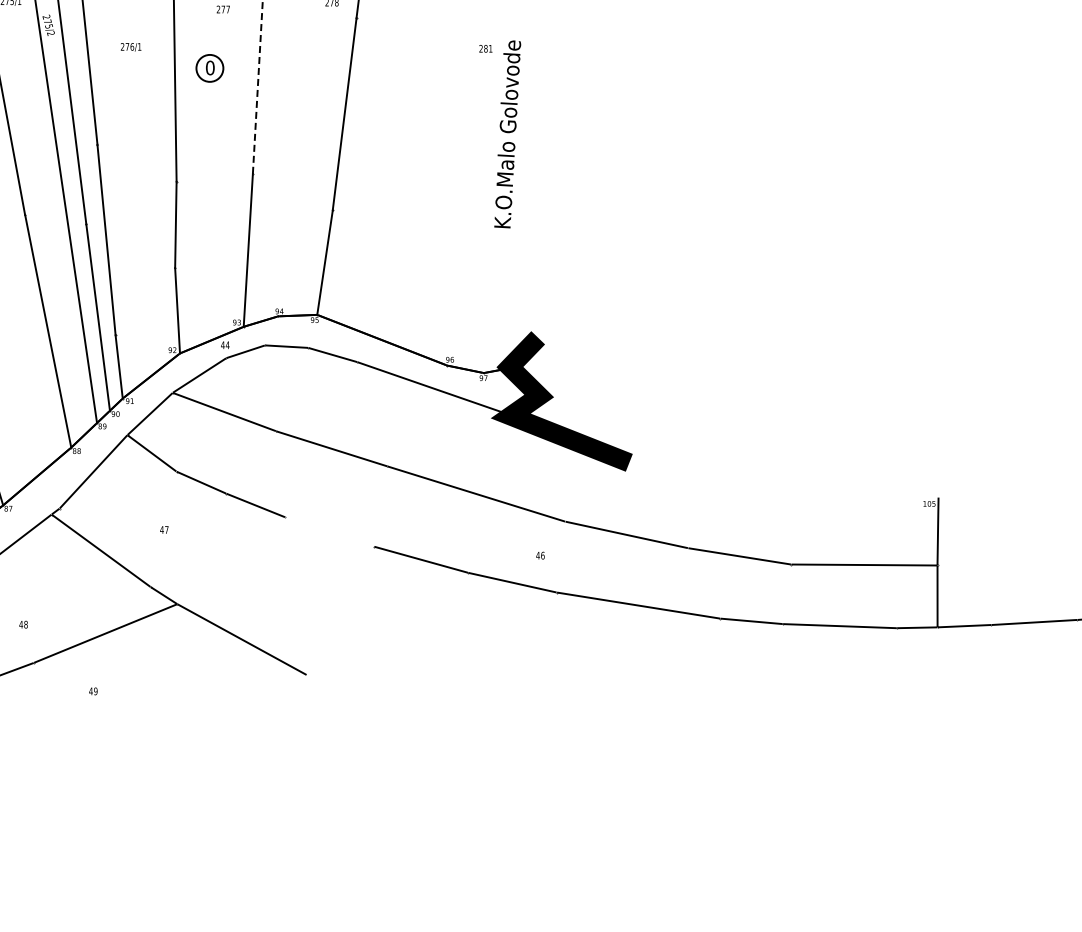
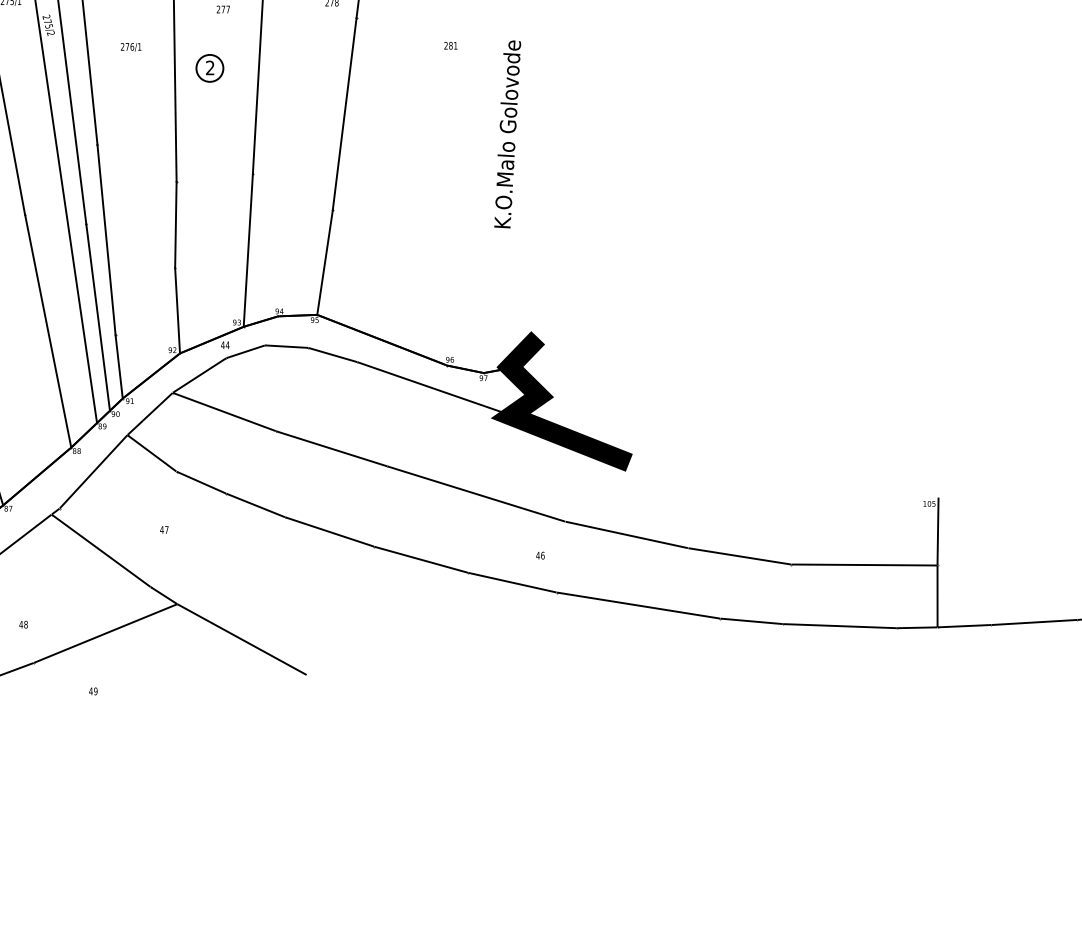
text at (485, 48) position: (485, 48) -> (450, 45)
text at (210, 67): 0 -> 2
line at (257, 87): dashed -> solid
line at (329, 531): none -> present
